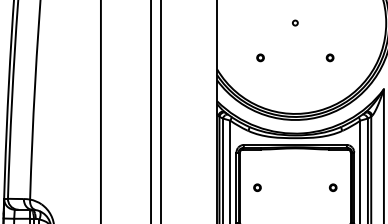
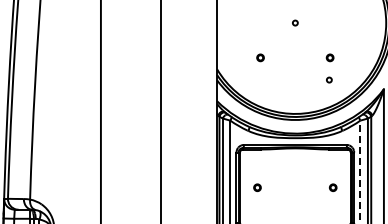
circle at (329, 79): none -> present
line at (151, 111): present -> none
line at (360, 171): solid -> dashed
